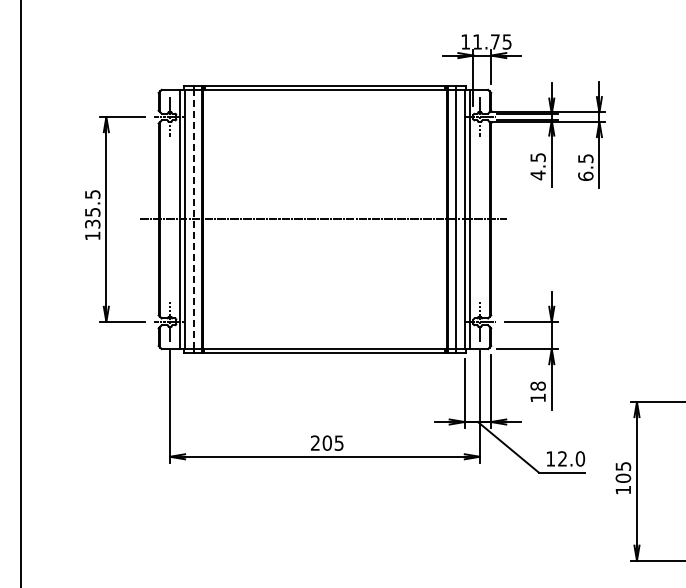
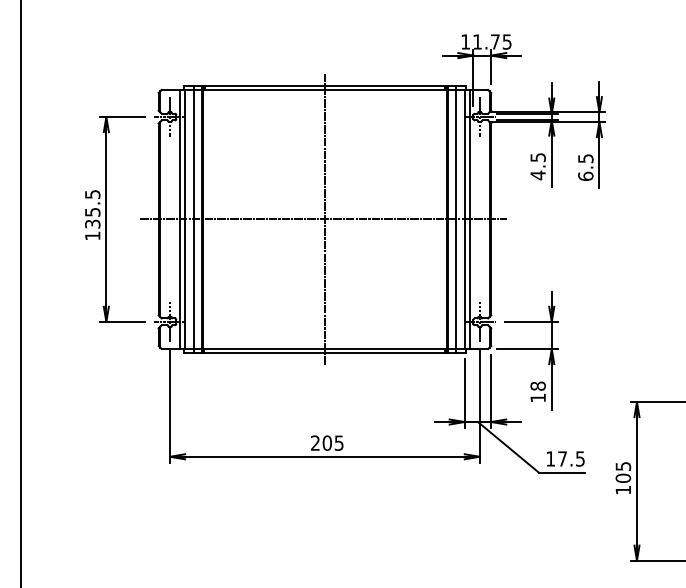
line at (194, 219): dashed -> solid
line at (324, 219): none -> present
text at (571, 458): 12.0 -> 17.5
